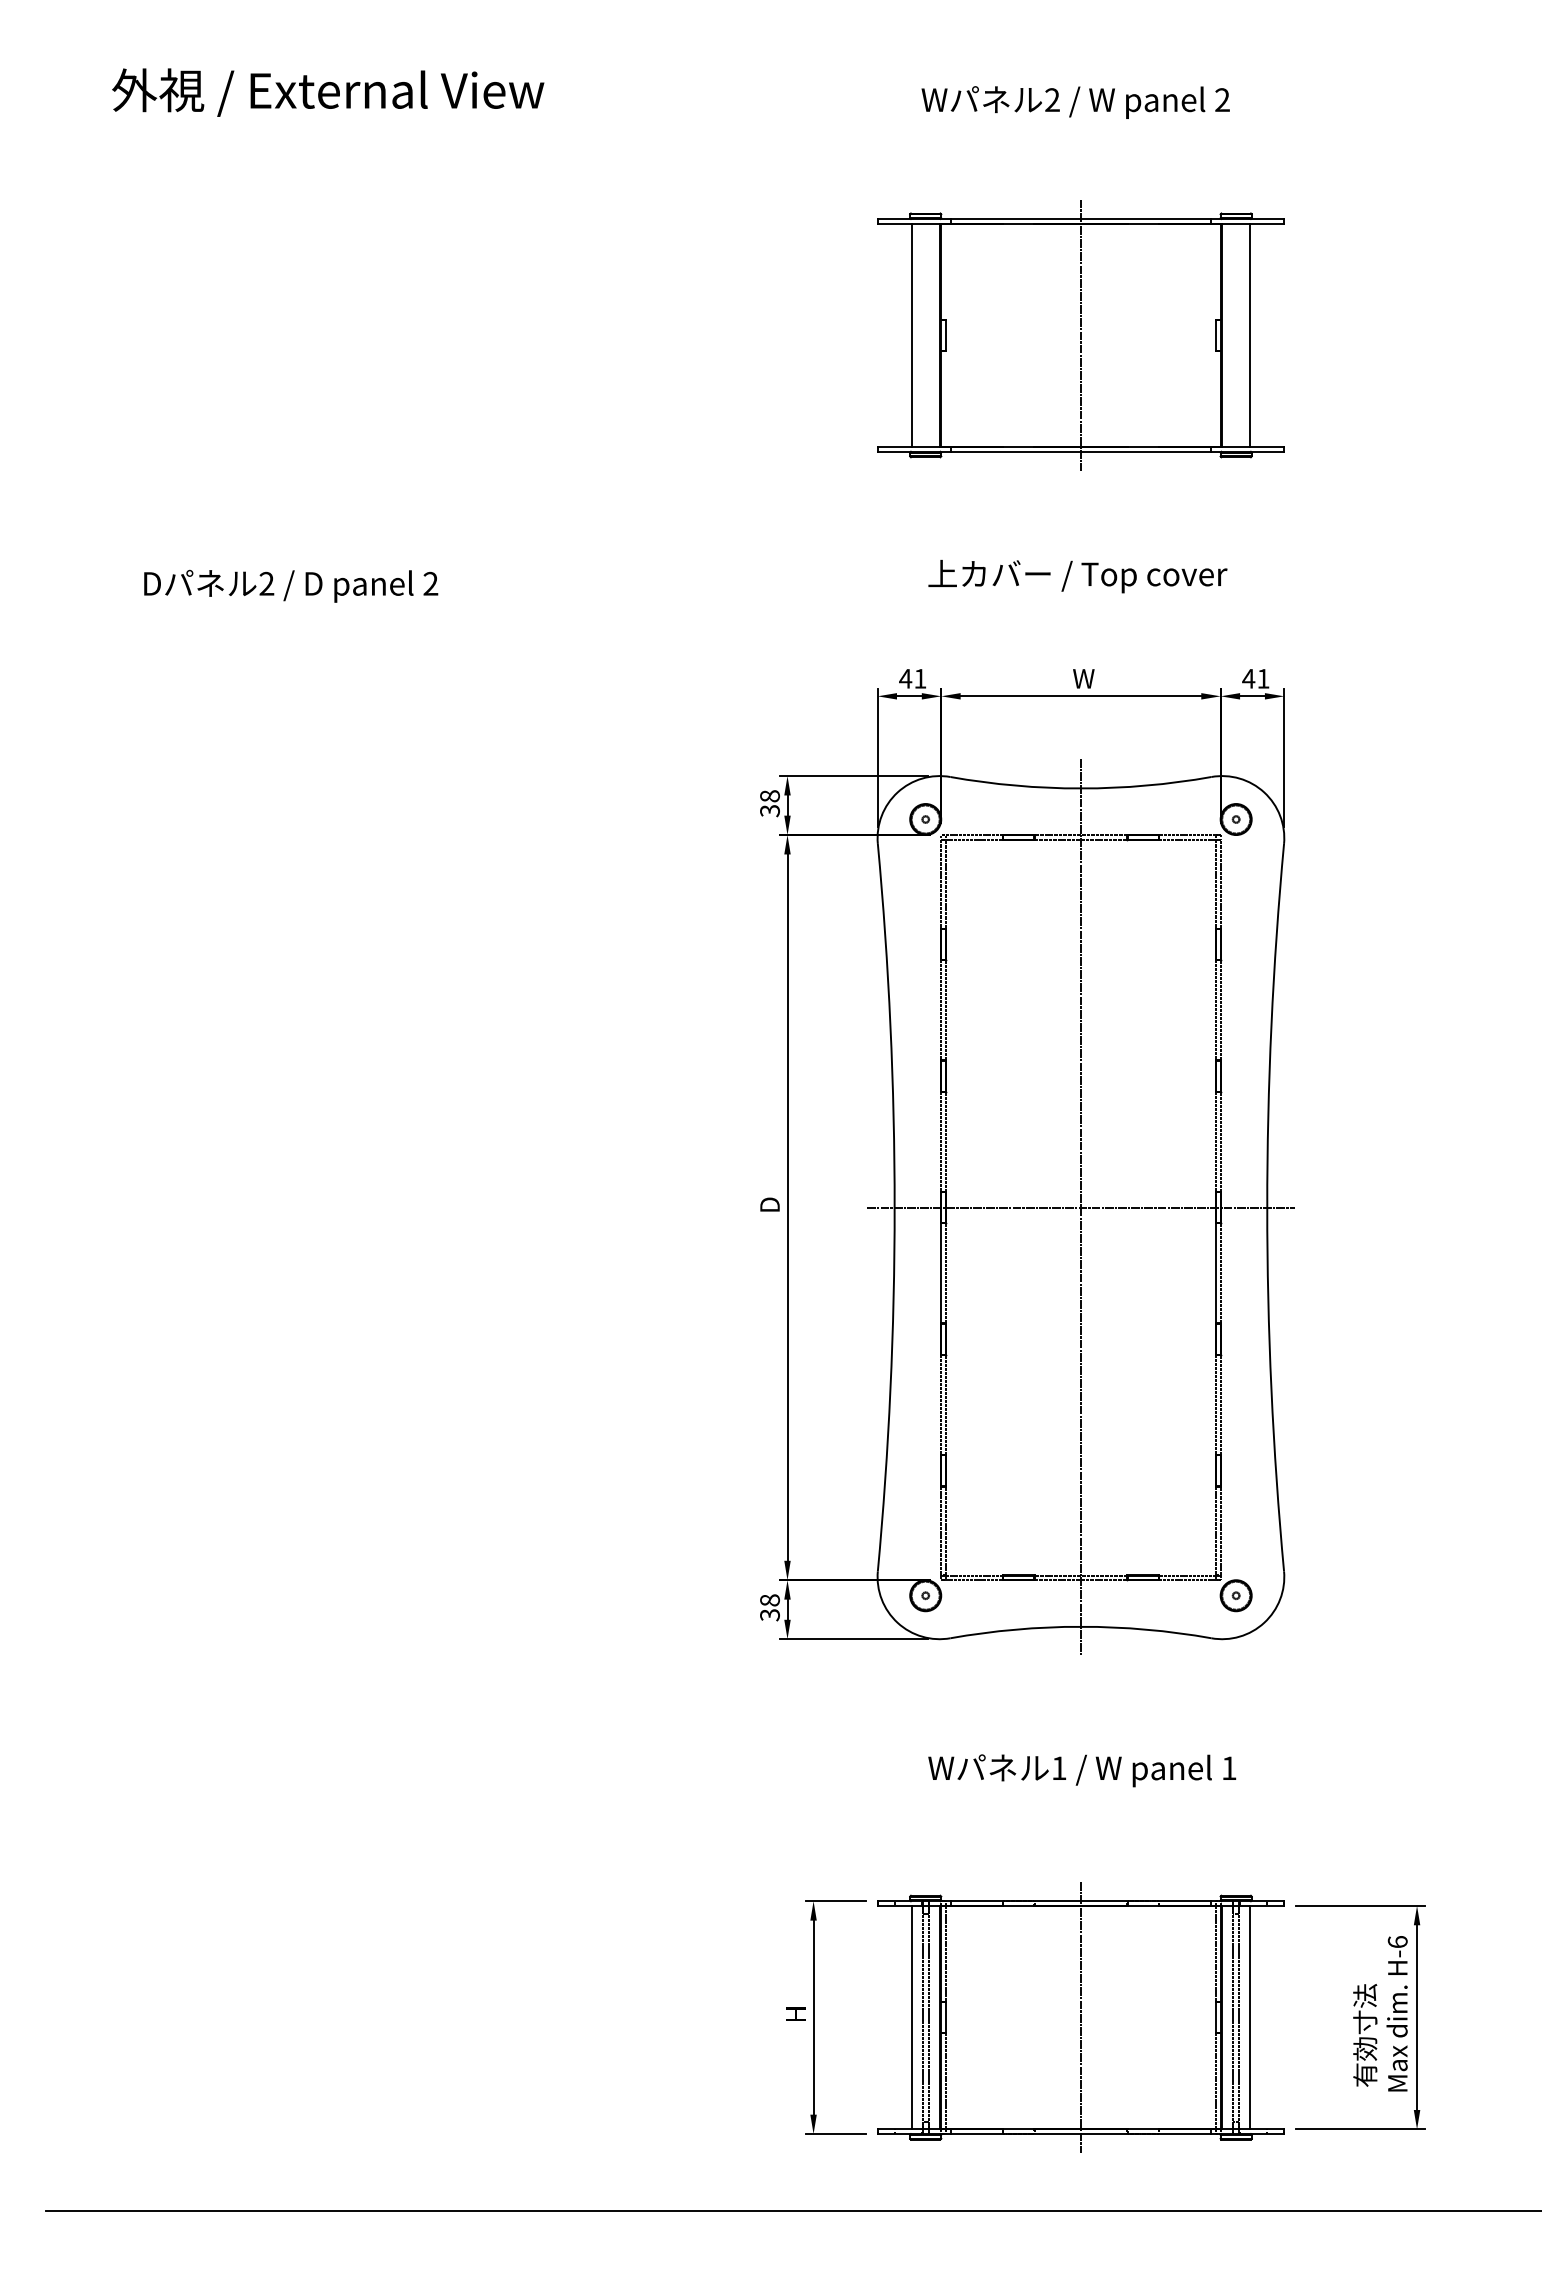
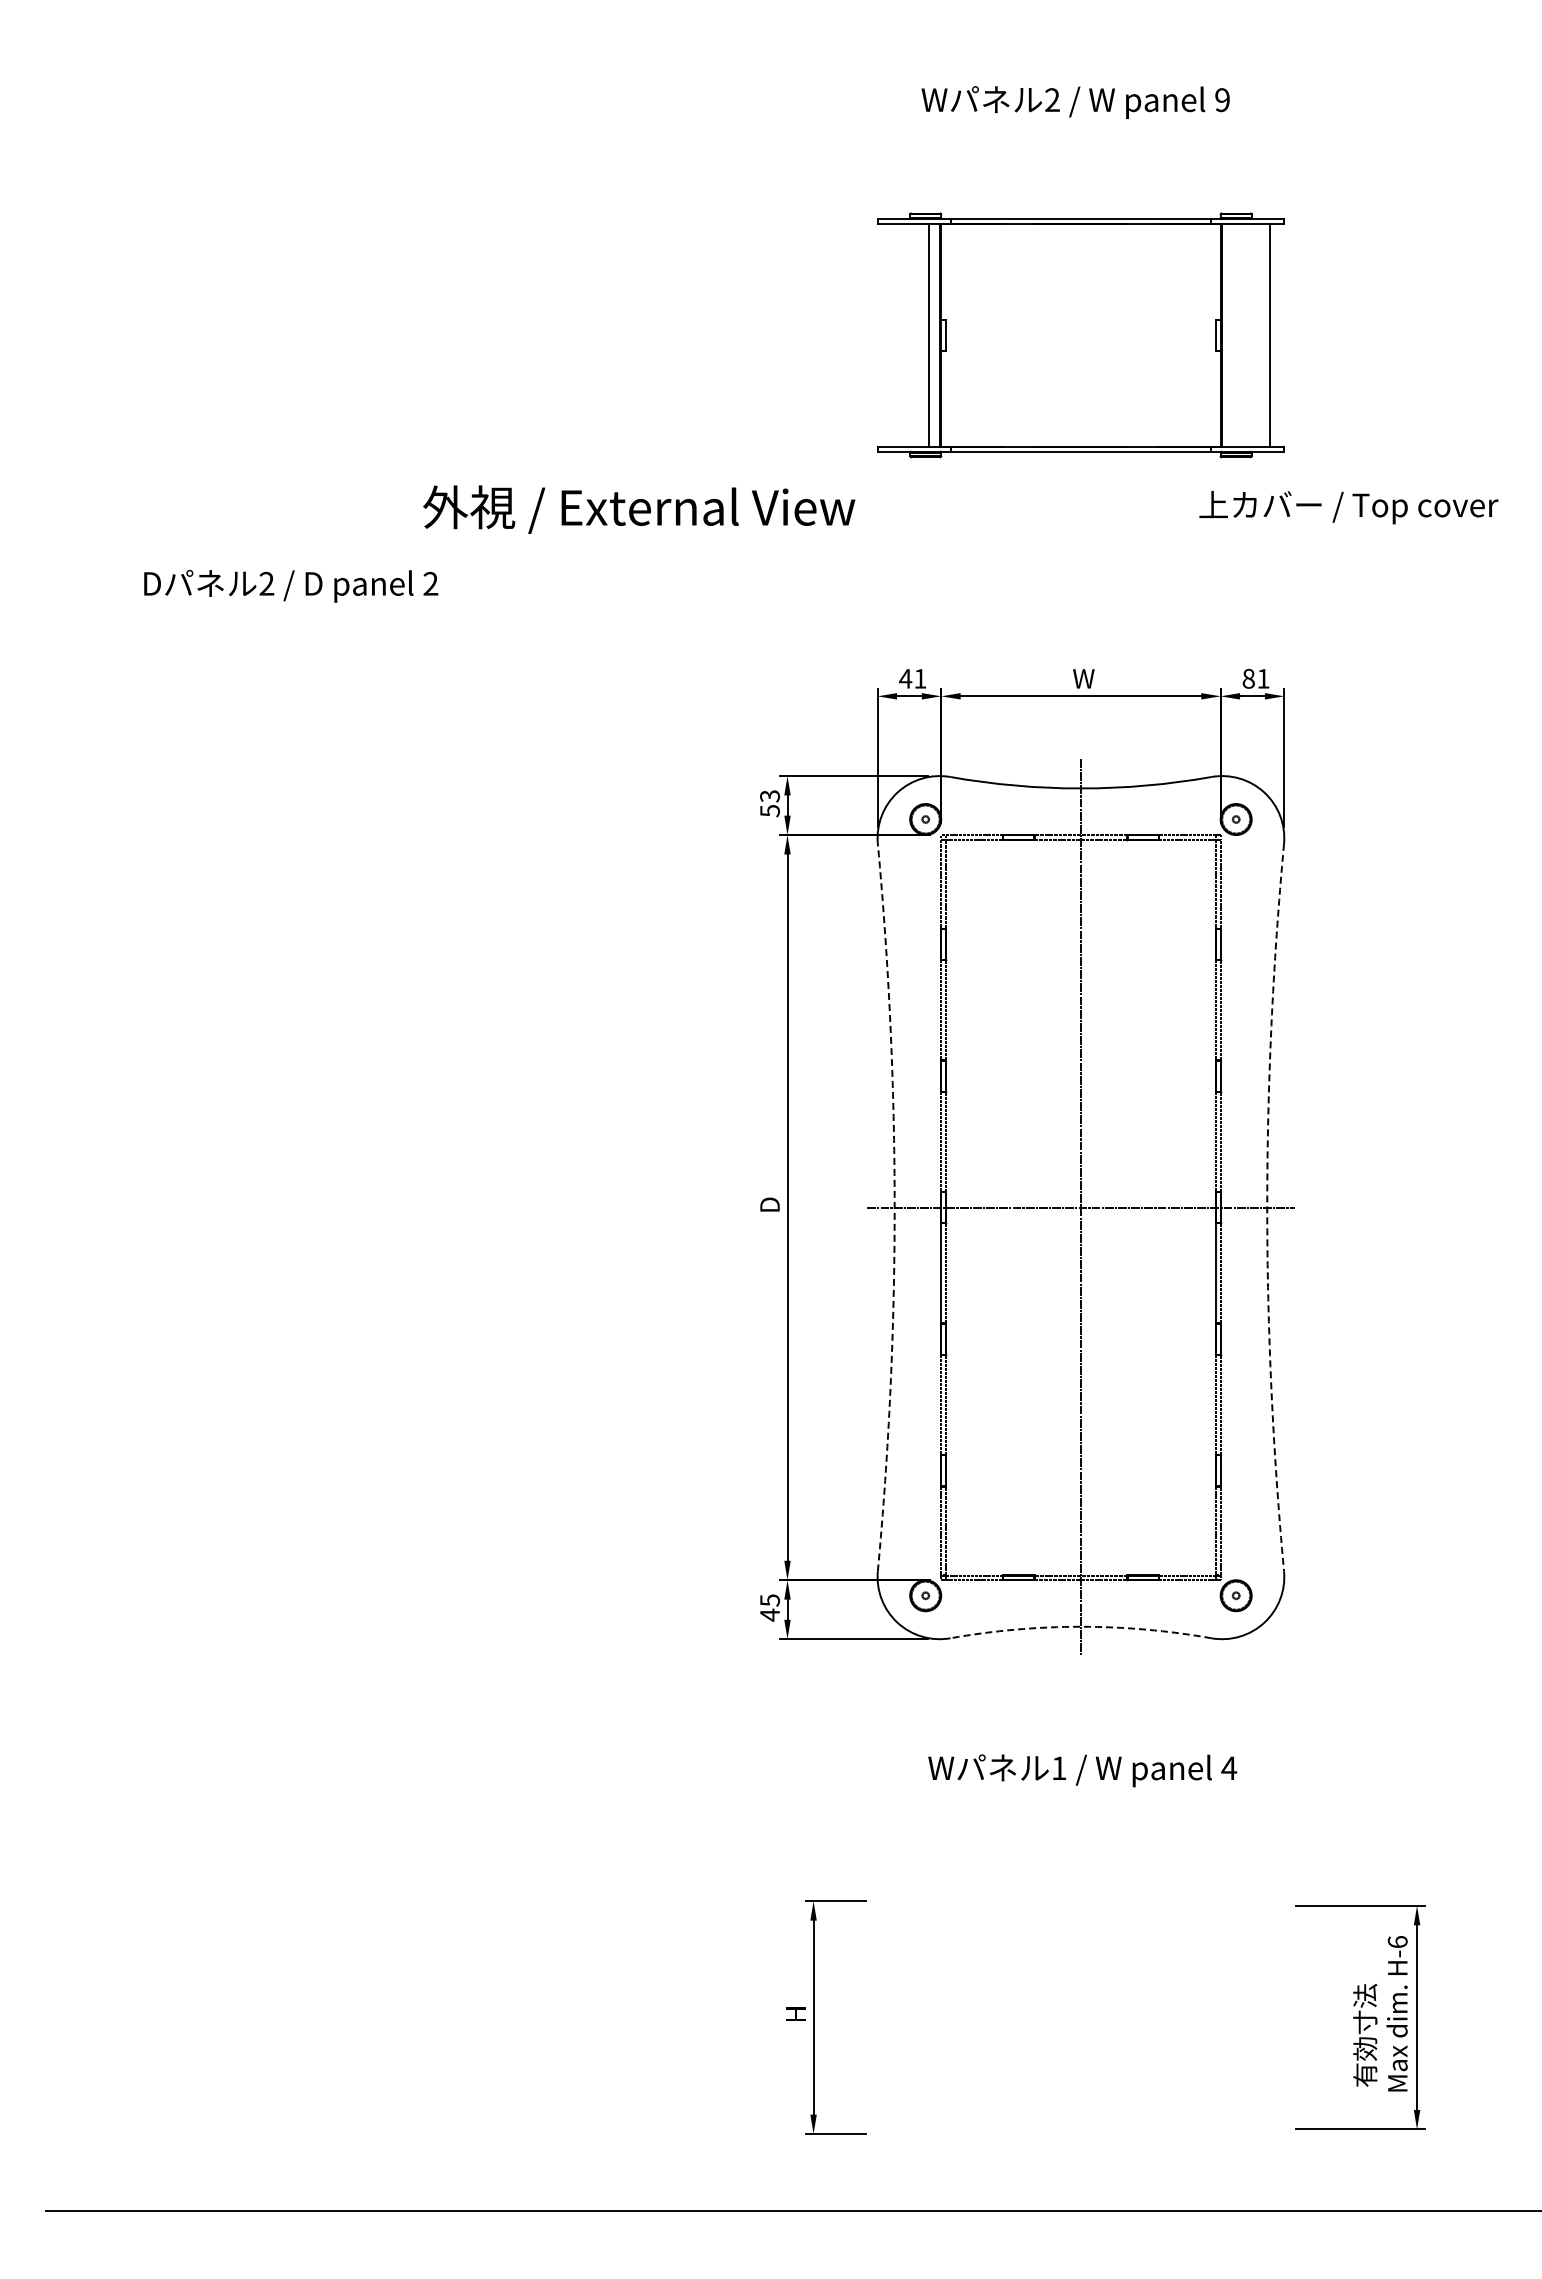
text at (328, 92) position: (328, 92) -> (639, 509)
text at (1222, 100): 2 -> 9
line at (911, 335) position: (911, 335) -> (928, 335)
line at (1080, 335): present -> none
line at (1250, 335) position: (1250, 335) -> (1270, 335)
text at (1077, 576) position: (1077, 576) -> (1348, 507)
text at (1248, 678): 41 -> 81
text at (769, 803): 38 -> 53
arc at (894, 1207): solid -> dashed
arc at (1267, 1207): solid -> dashed
text at (769, 1607): 38 -> 45
arc at (1080, 1626): solid -> dashed
text at (1229, 1767): 1 -> 4
part at (1080, 2017): present -> none
